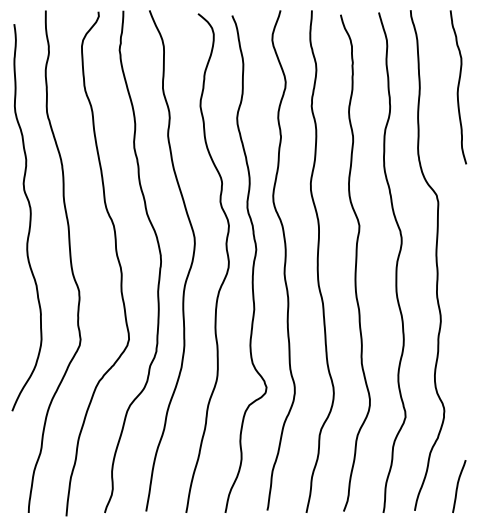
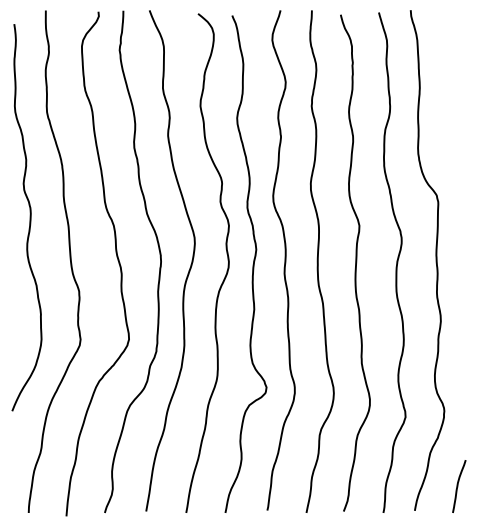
curve at (458, 87): present -> none
